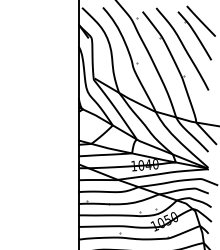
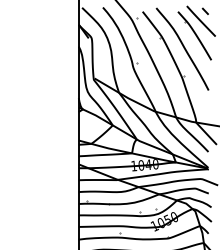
line at (204, 10): none -> present
